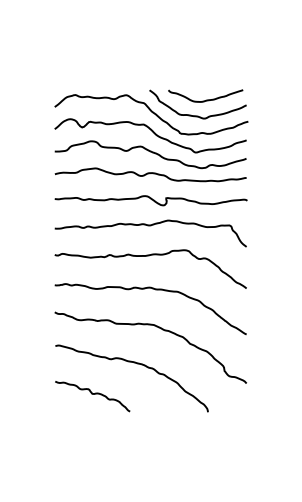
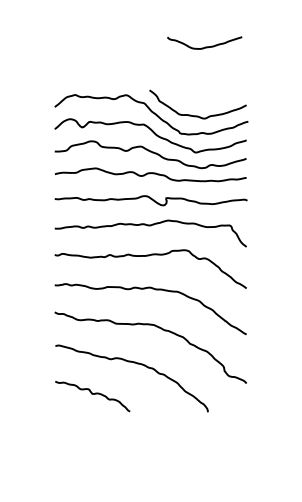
curve at (206, 99) position: (206, 99) -> (205, 46)
